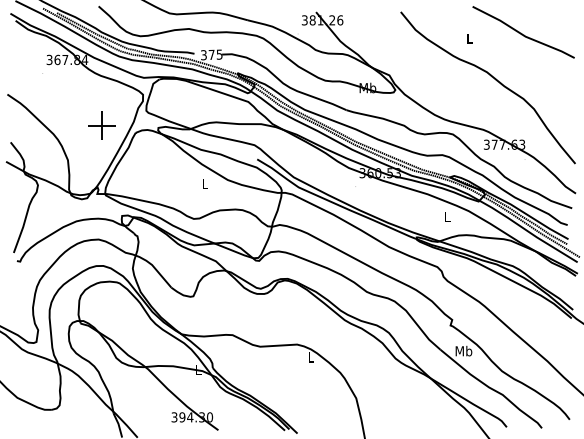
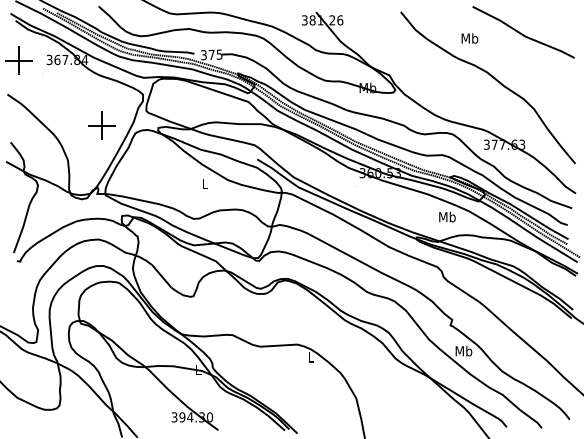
text at (469, 38): L -> Mb
part at (18, 60): none -> present
text at (447, 216): L -> Mb
